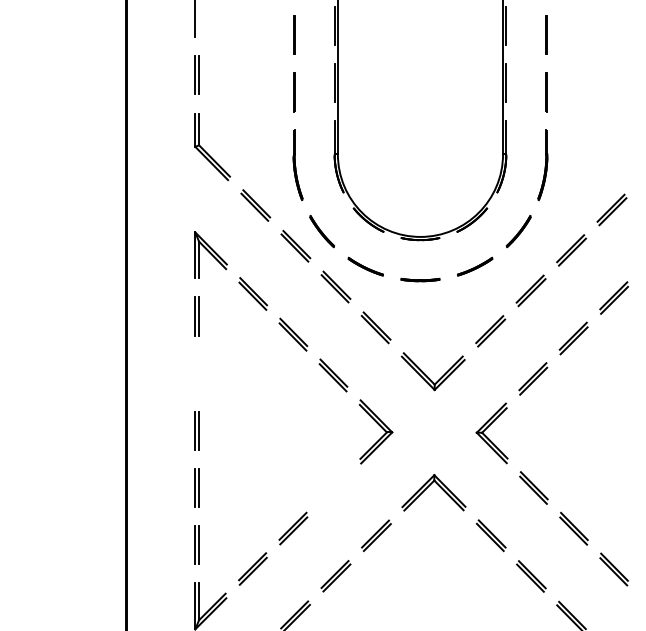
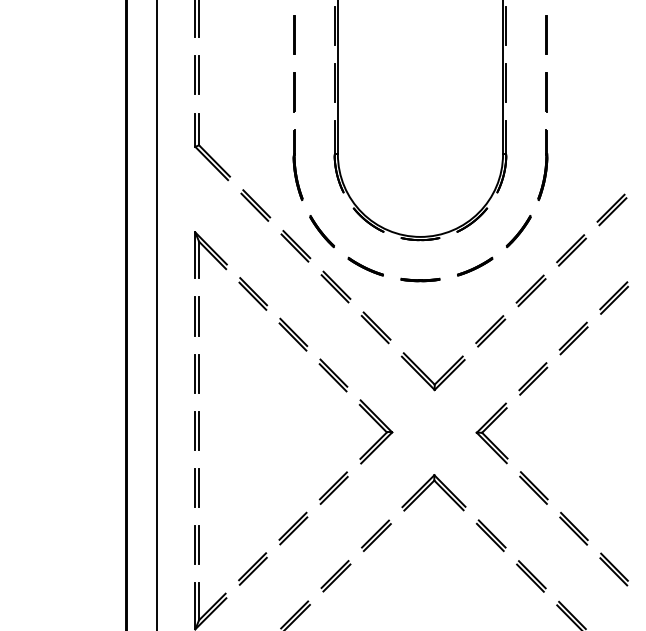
line at (199, 19): none -> present
line at (157, 314): none -> present
part at (196, 373): none -> present
part at (333, 487): none -> present
